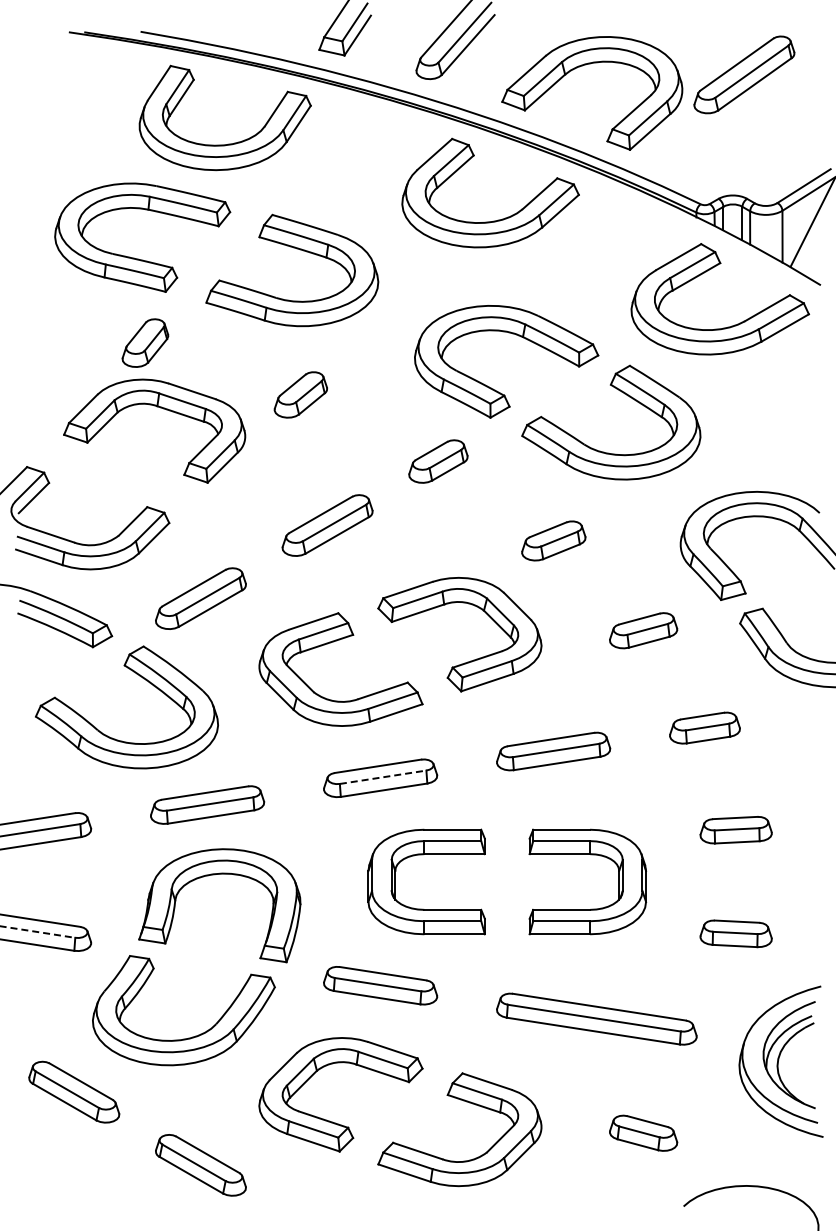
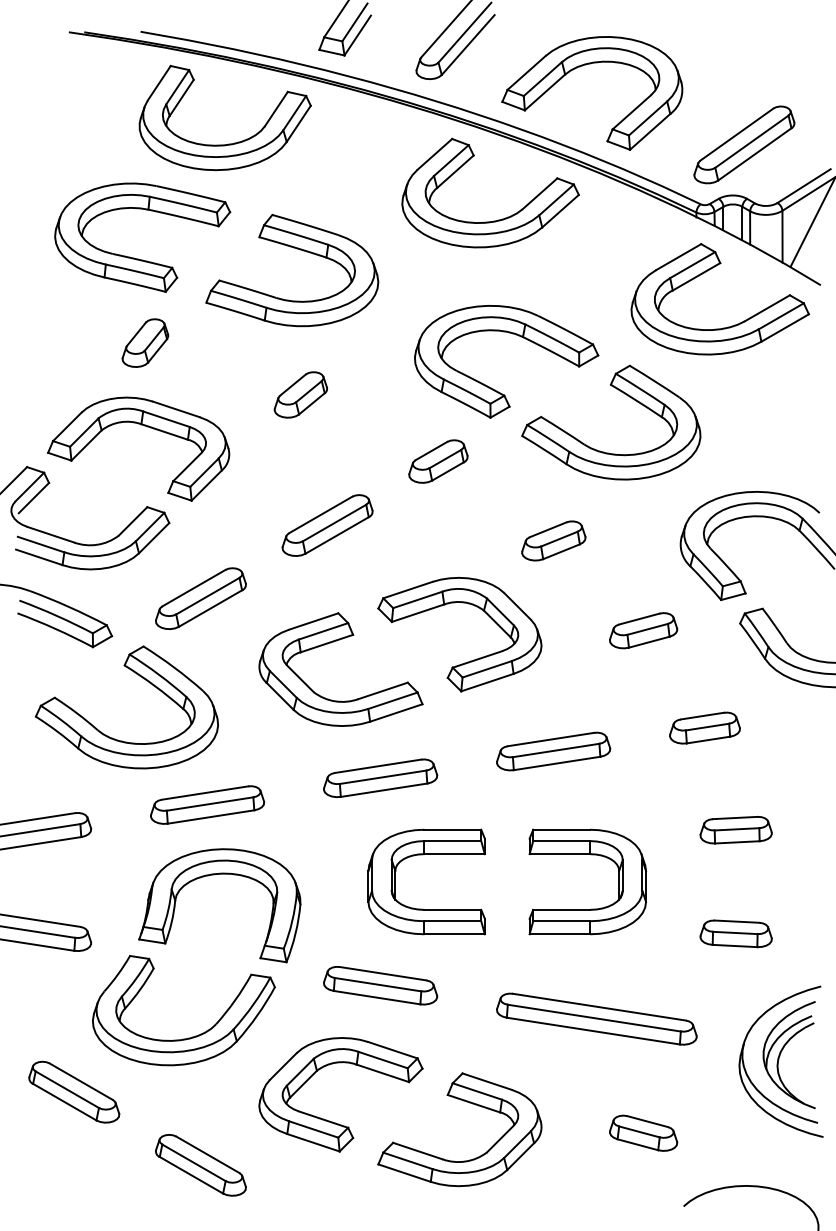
part at (744, 74) position: (744, 74) -> (744, 144)
part at (160, 408) position: (160, 408) -> (144, 426)
line at (383, 777): dashed -> solid
line at (37, 932): dashed -> solid
